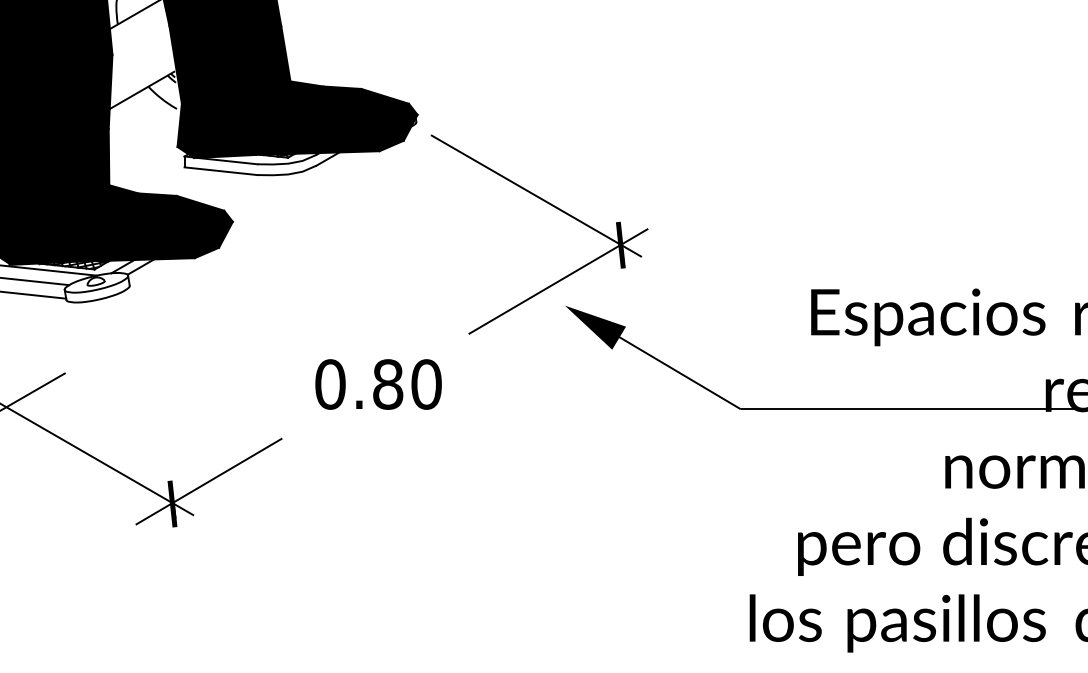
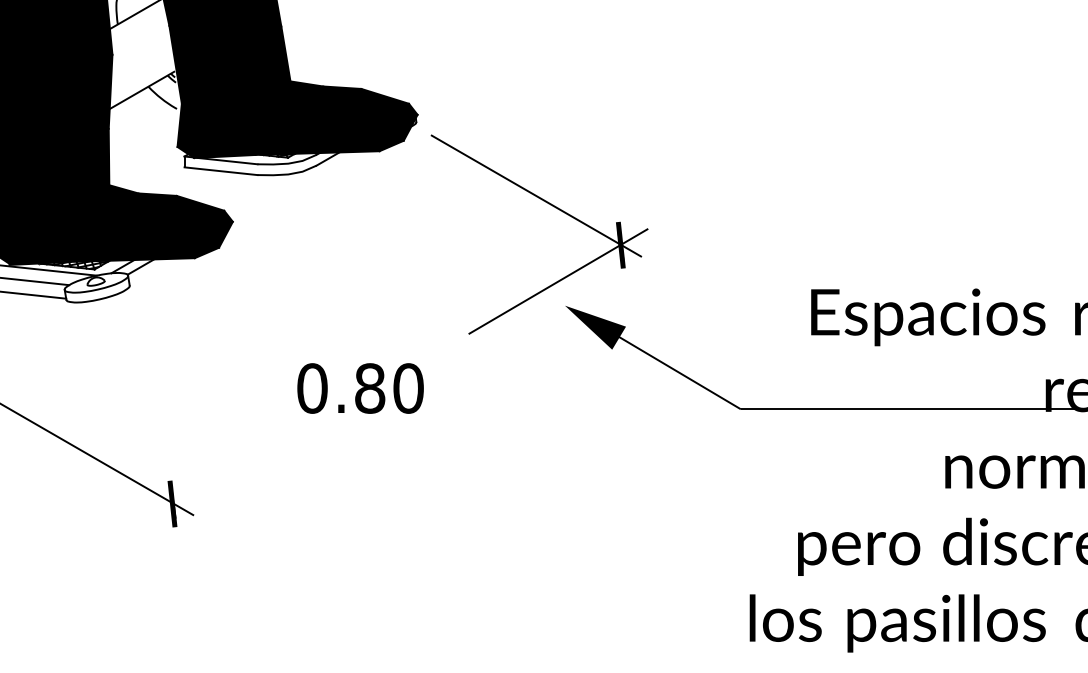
text at (378, 384) position: (378, 384) -> (360, 388)
line at (33, 391): present -> none
line at (208, 481): present -> none
